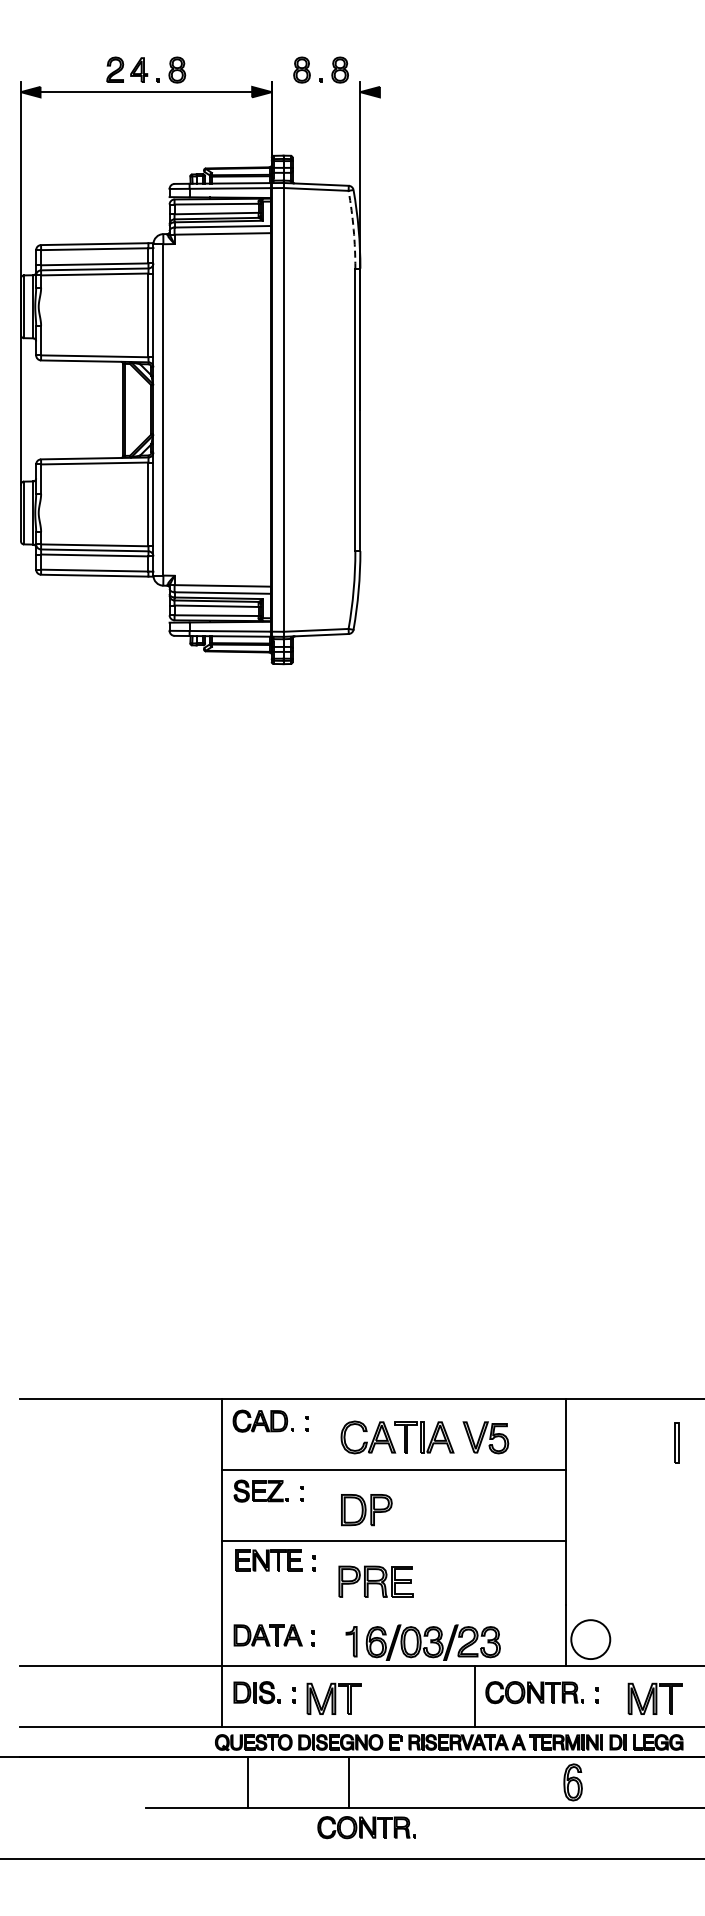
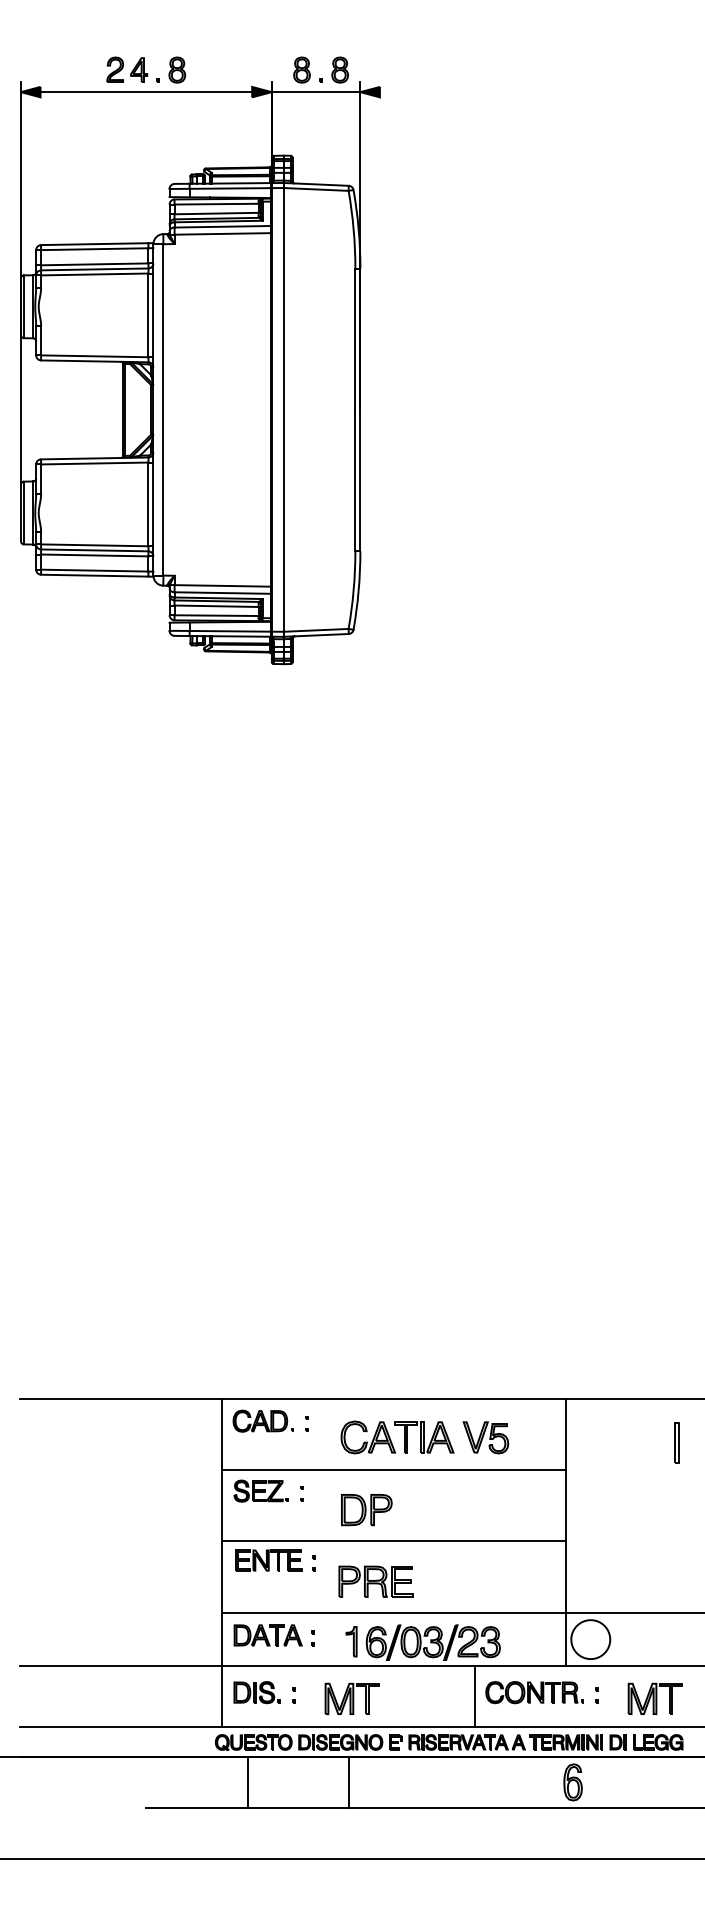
line at (315, 92): none -> present
arc at (353, 229): dashed -> solid
line at (461, 1612): none -> present
part at (333, 1698) position: (333, 1698) -> (351, 1698)
part at (366, 1827): present -> none
